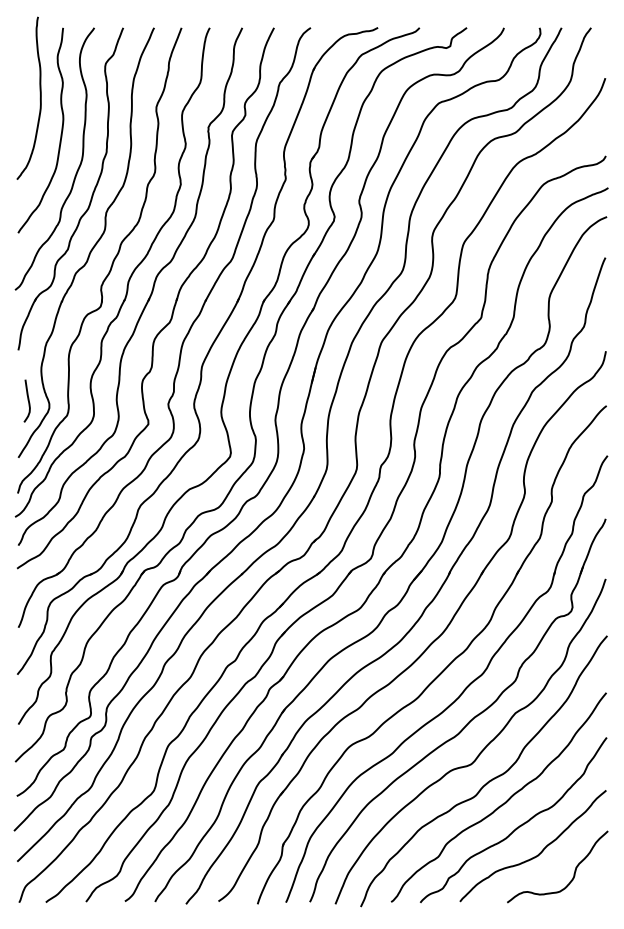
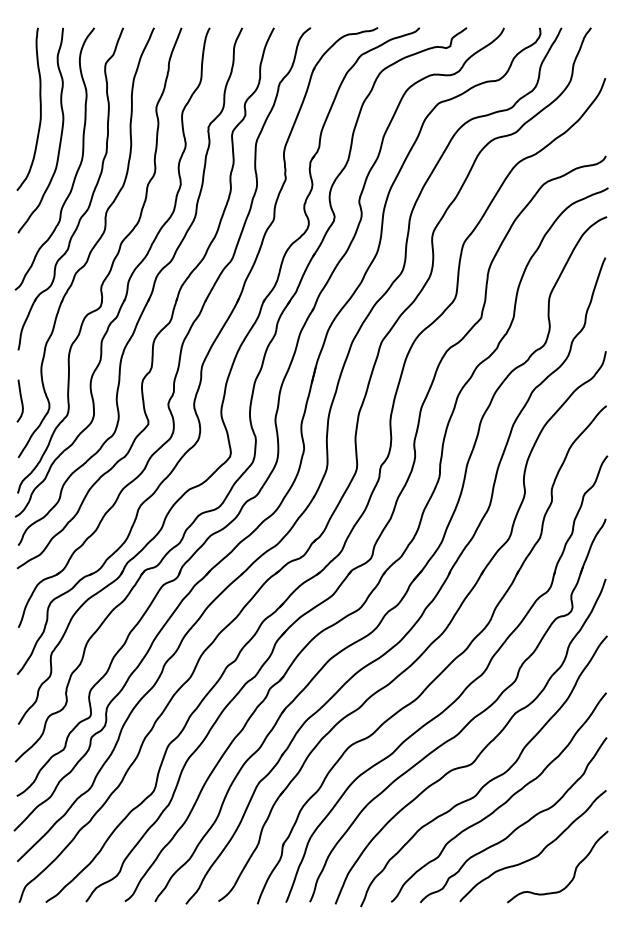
curve at (39, 97) position: (39, 97) -> (39, 108)
curve at (27, 400) position: (27, 400) -> (20, 400)
